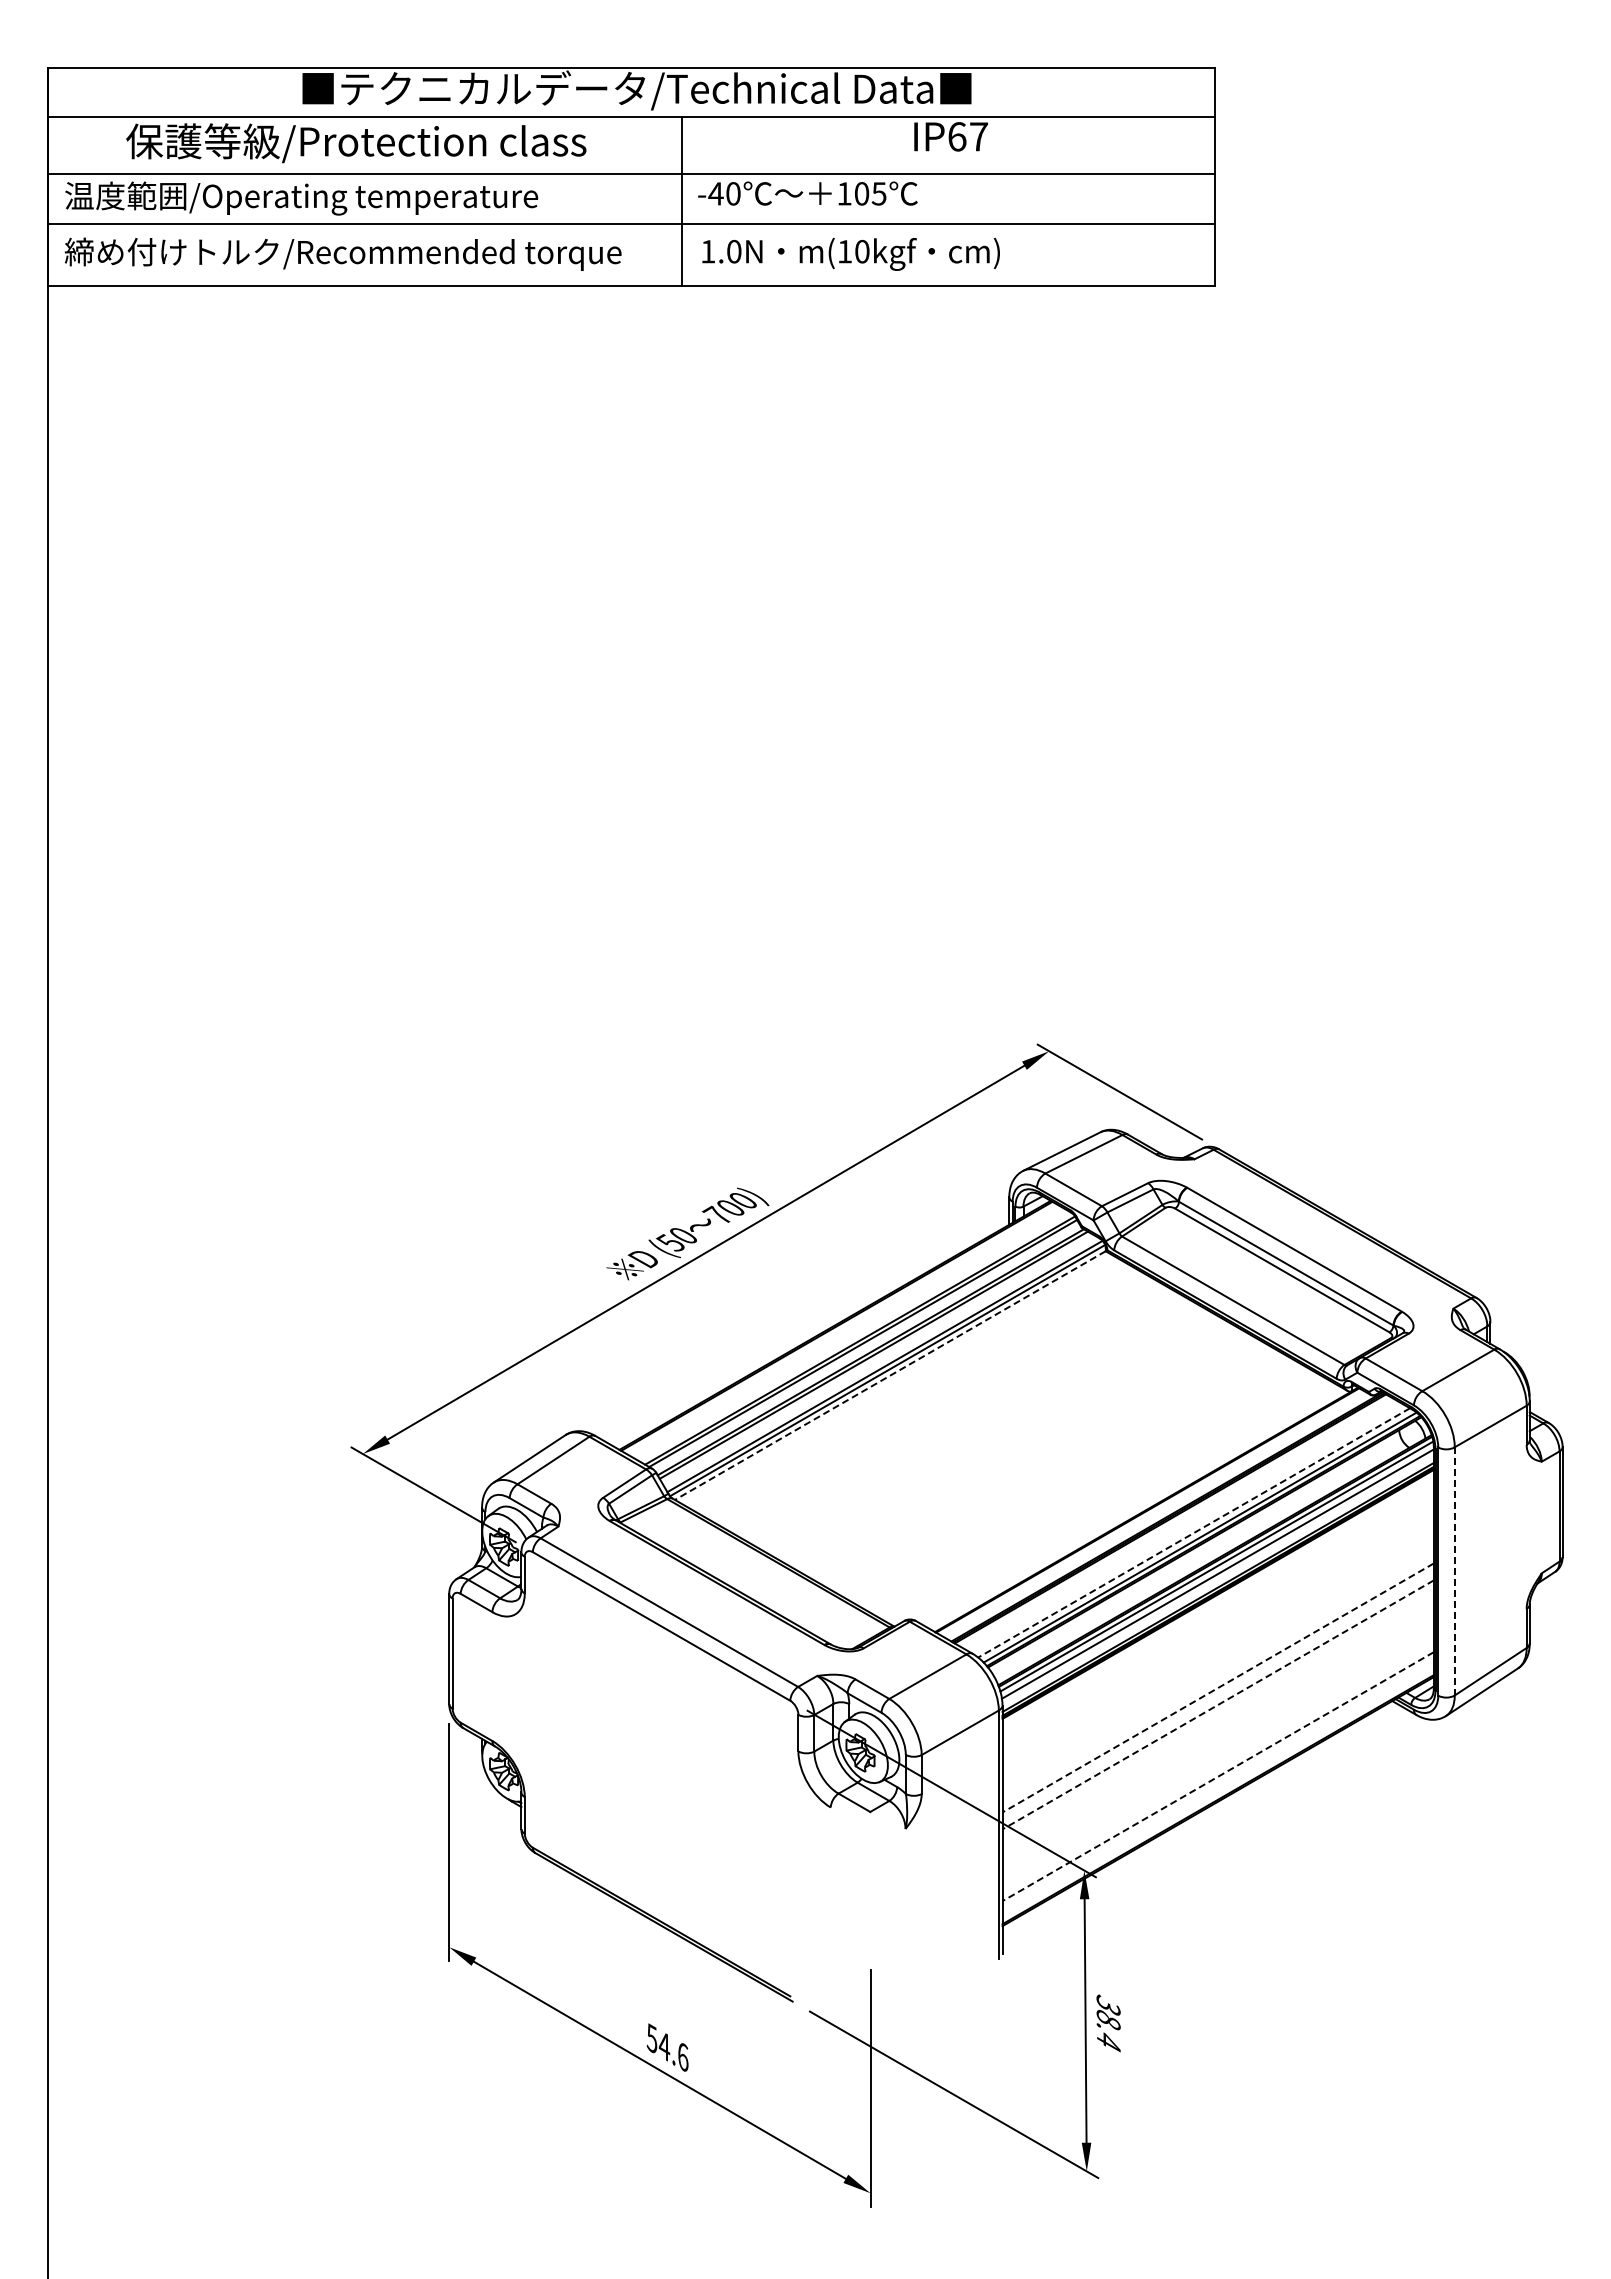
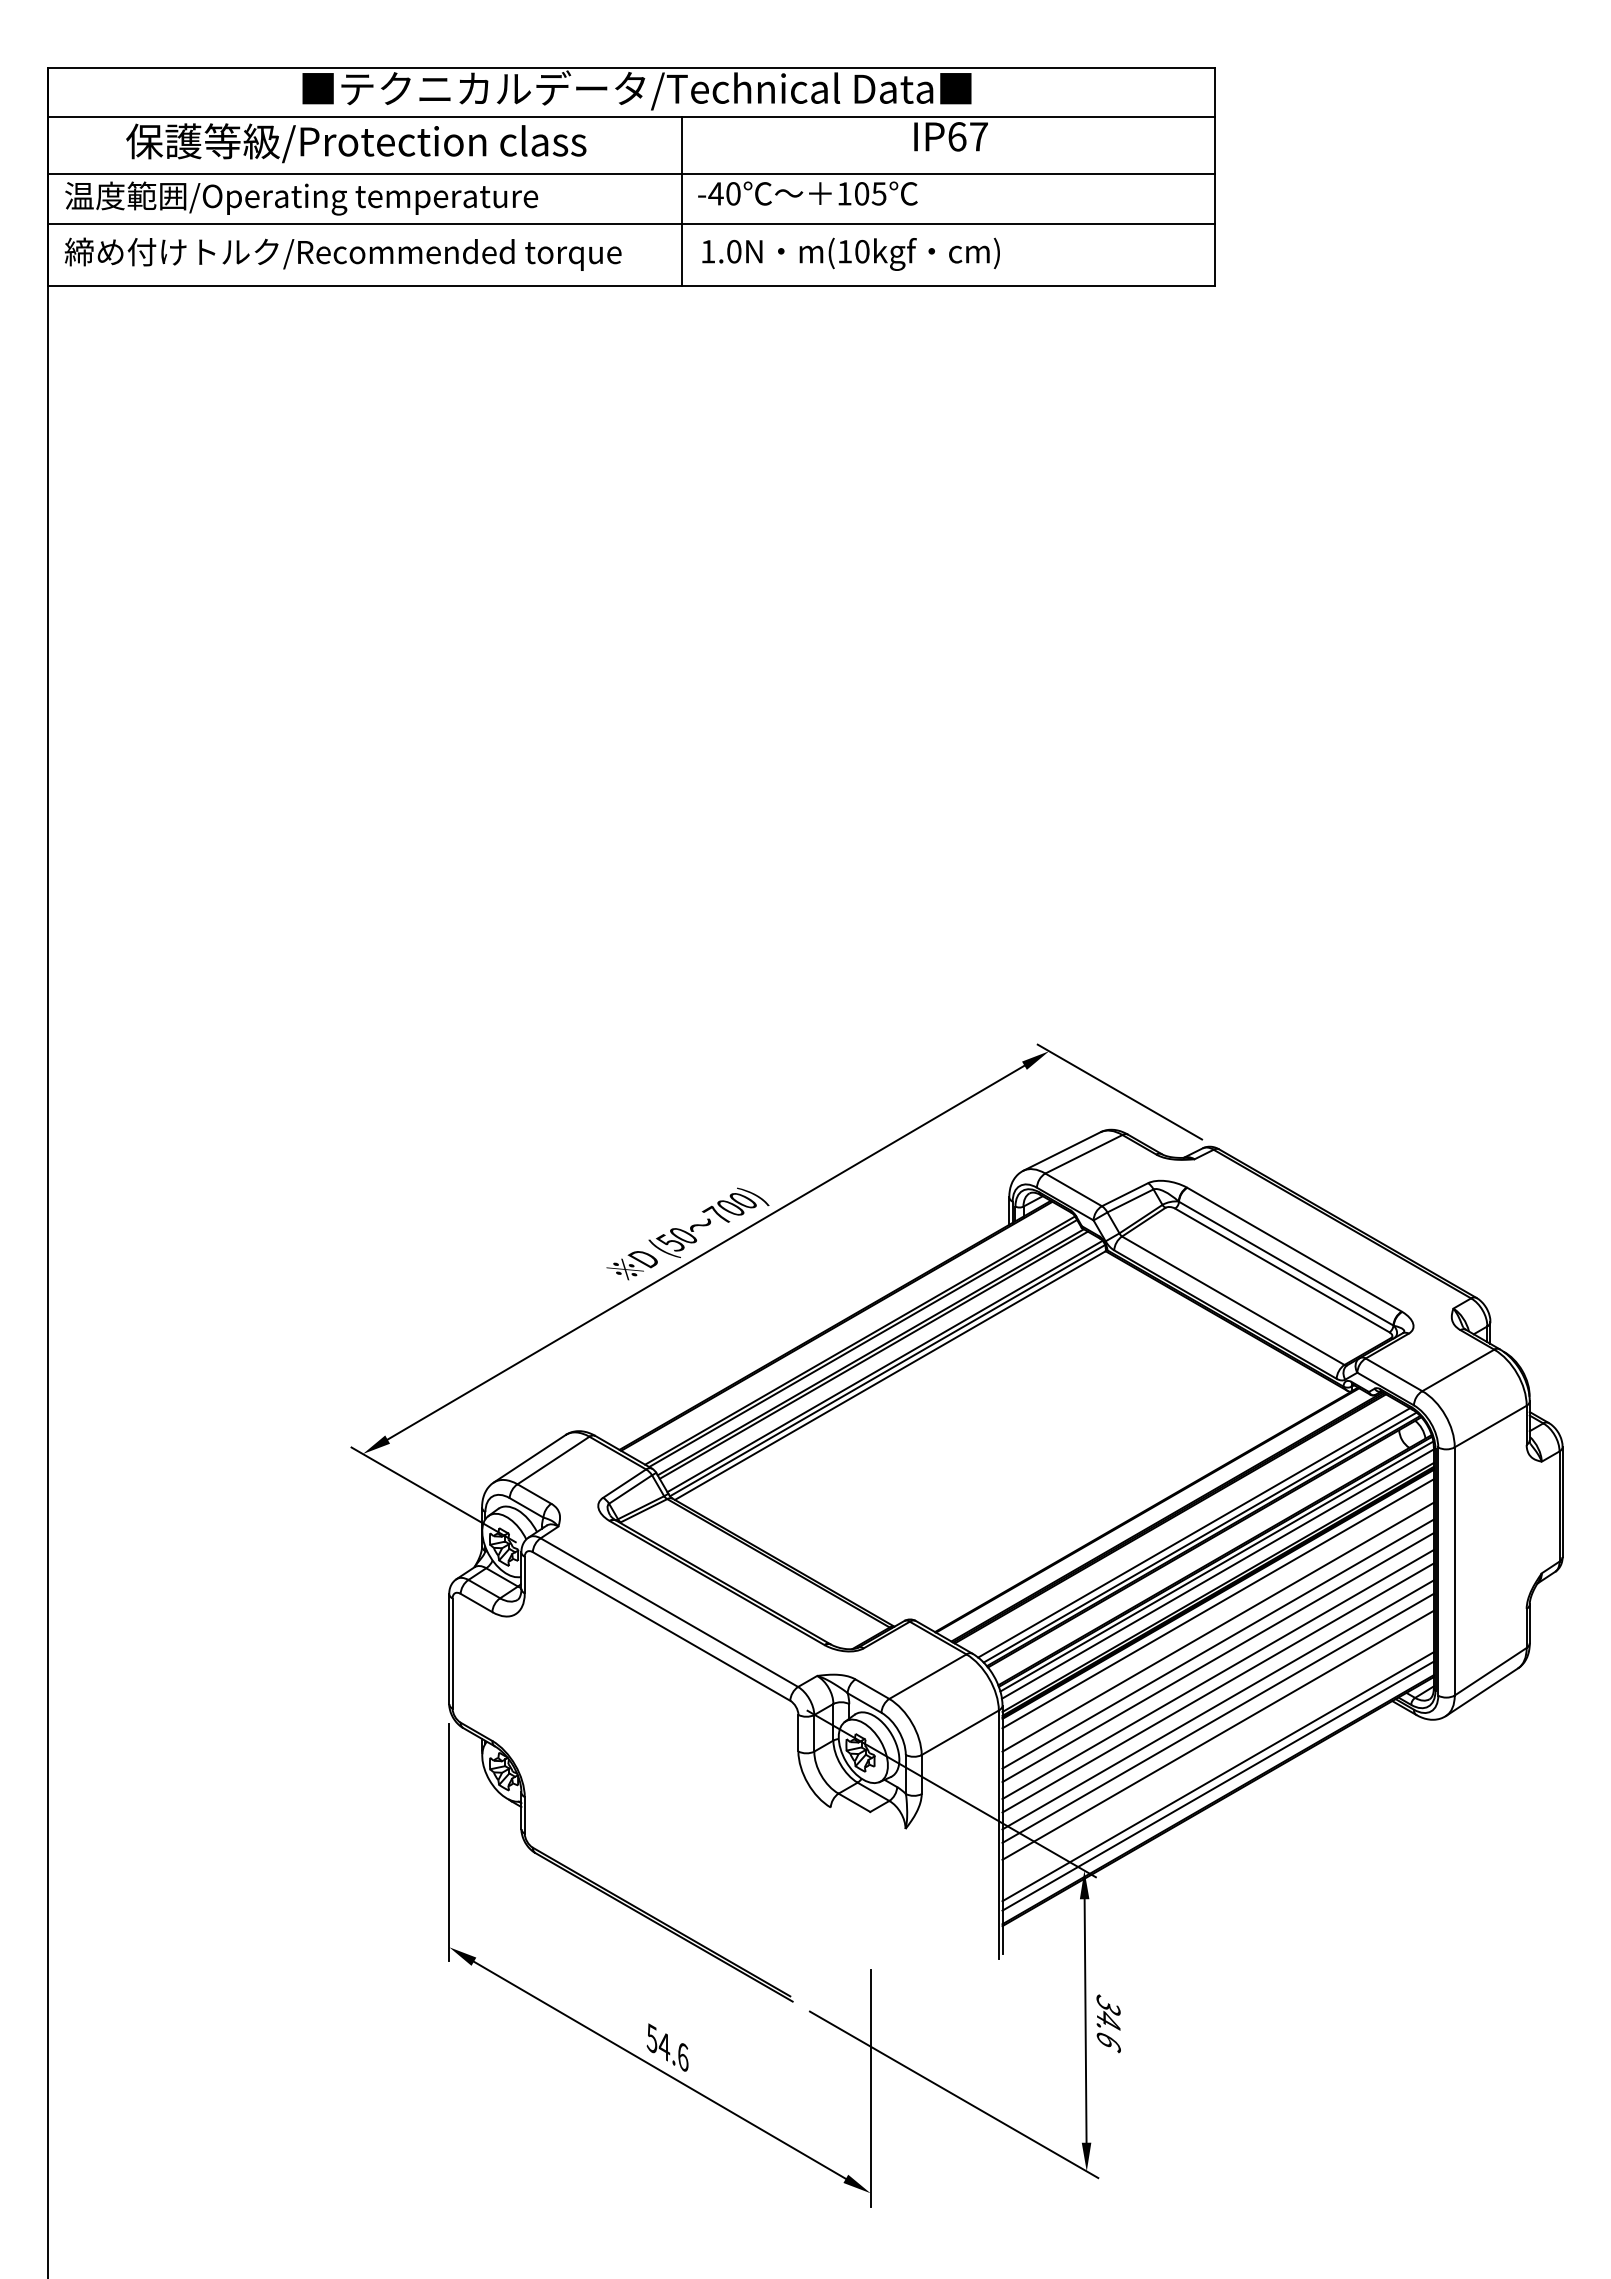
line at (890, 1375): dashed -> solid
line at (1193, 1533): dashed -> solid
line at (1454, 1570): dashed -> solid
line at (1217, 1603): none -> present
line at (1217, 1626): none -> present
line at (1217, 1643): none -> present
line at (1217, 1657): none -> present
line at (1217, 1674): none -> present
line at (1217, 1688): dashed -> solid
line at (1217, 1705): dashed -> solid
line at (1217, 1717): none -> present
line at (1217, 1734): none -> present
line at (1217, 1776): dashed -> solid
line at (1217, 1785): none -> present
text at (1108, 2031): 38.4 -> 34.6
